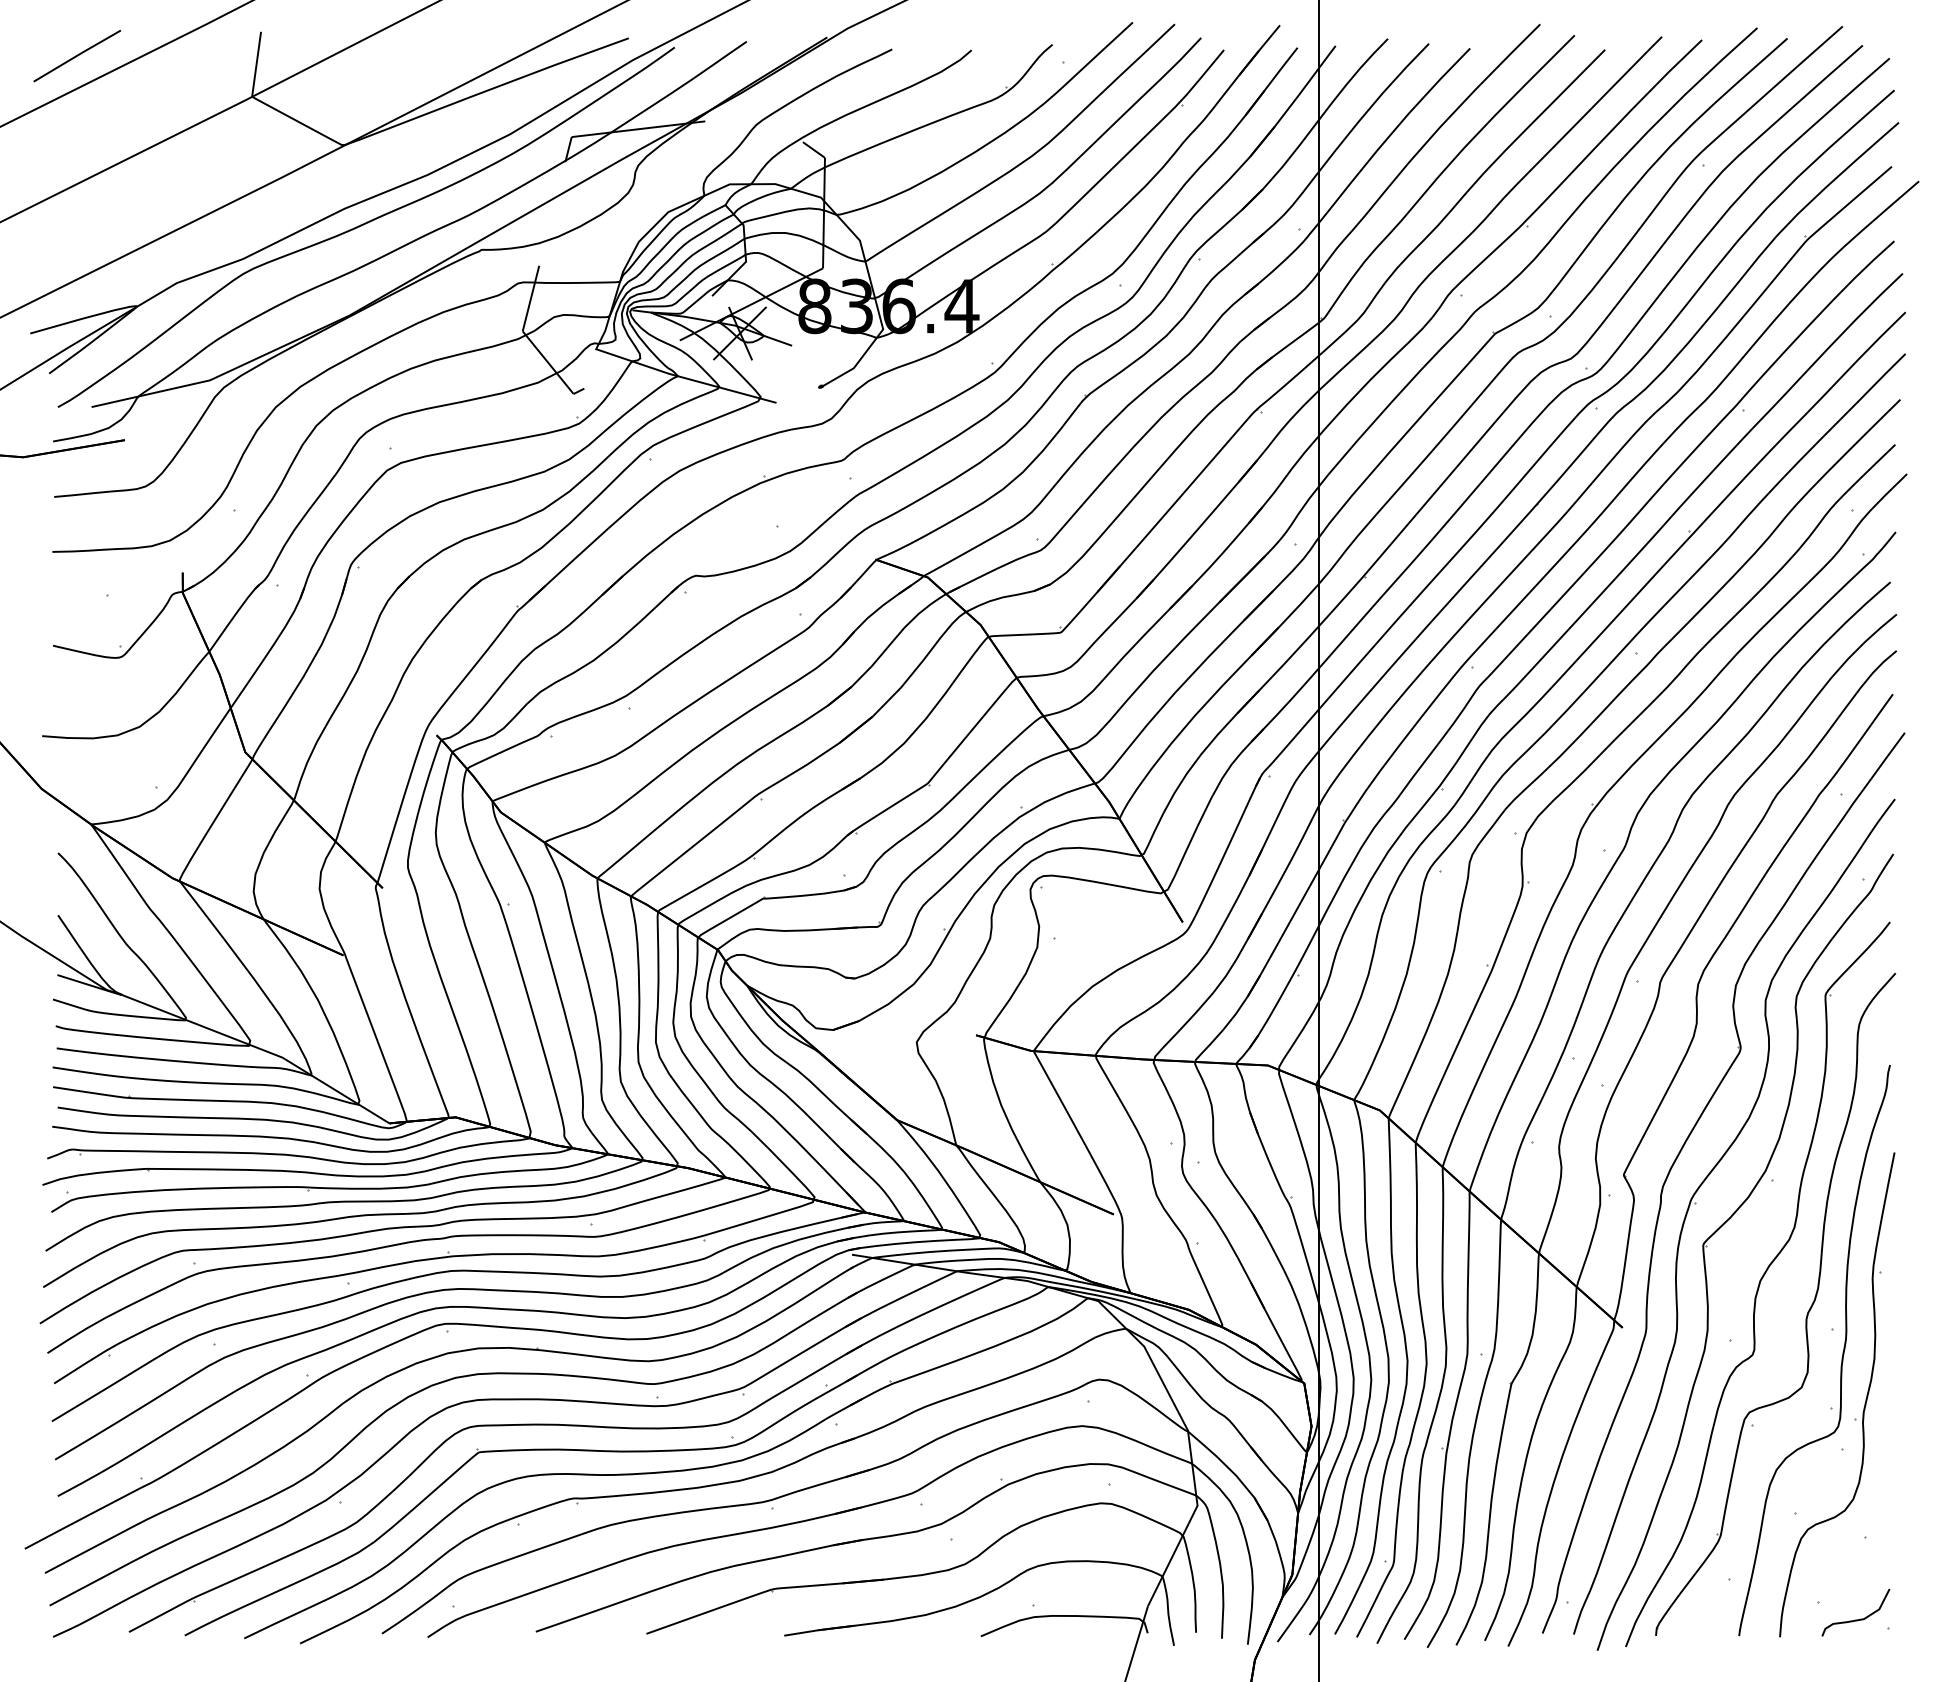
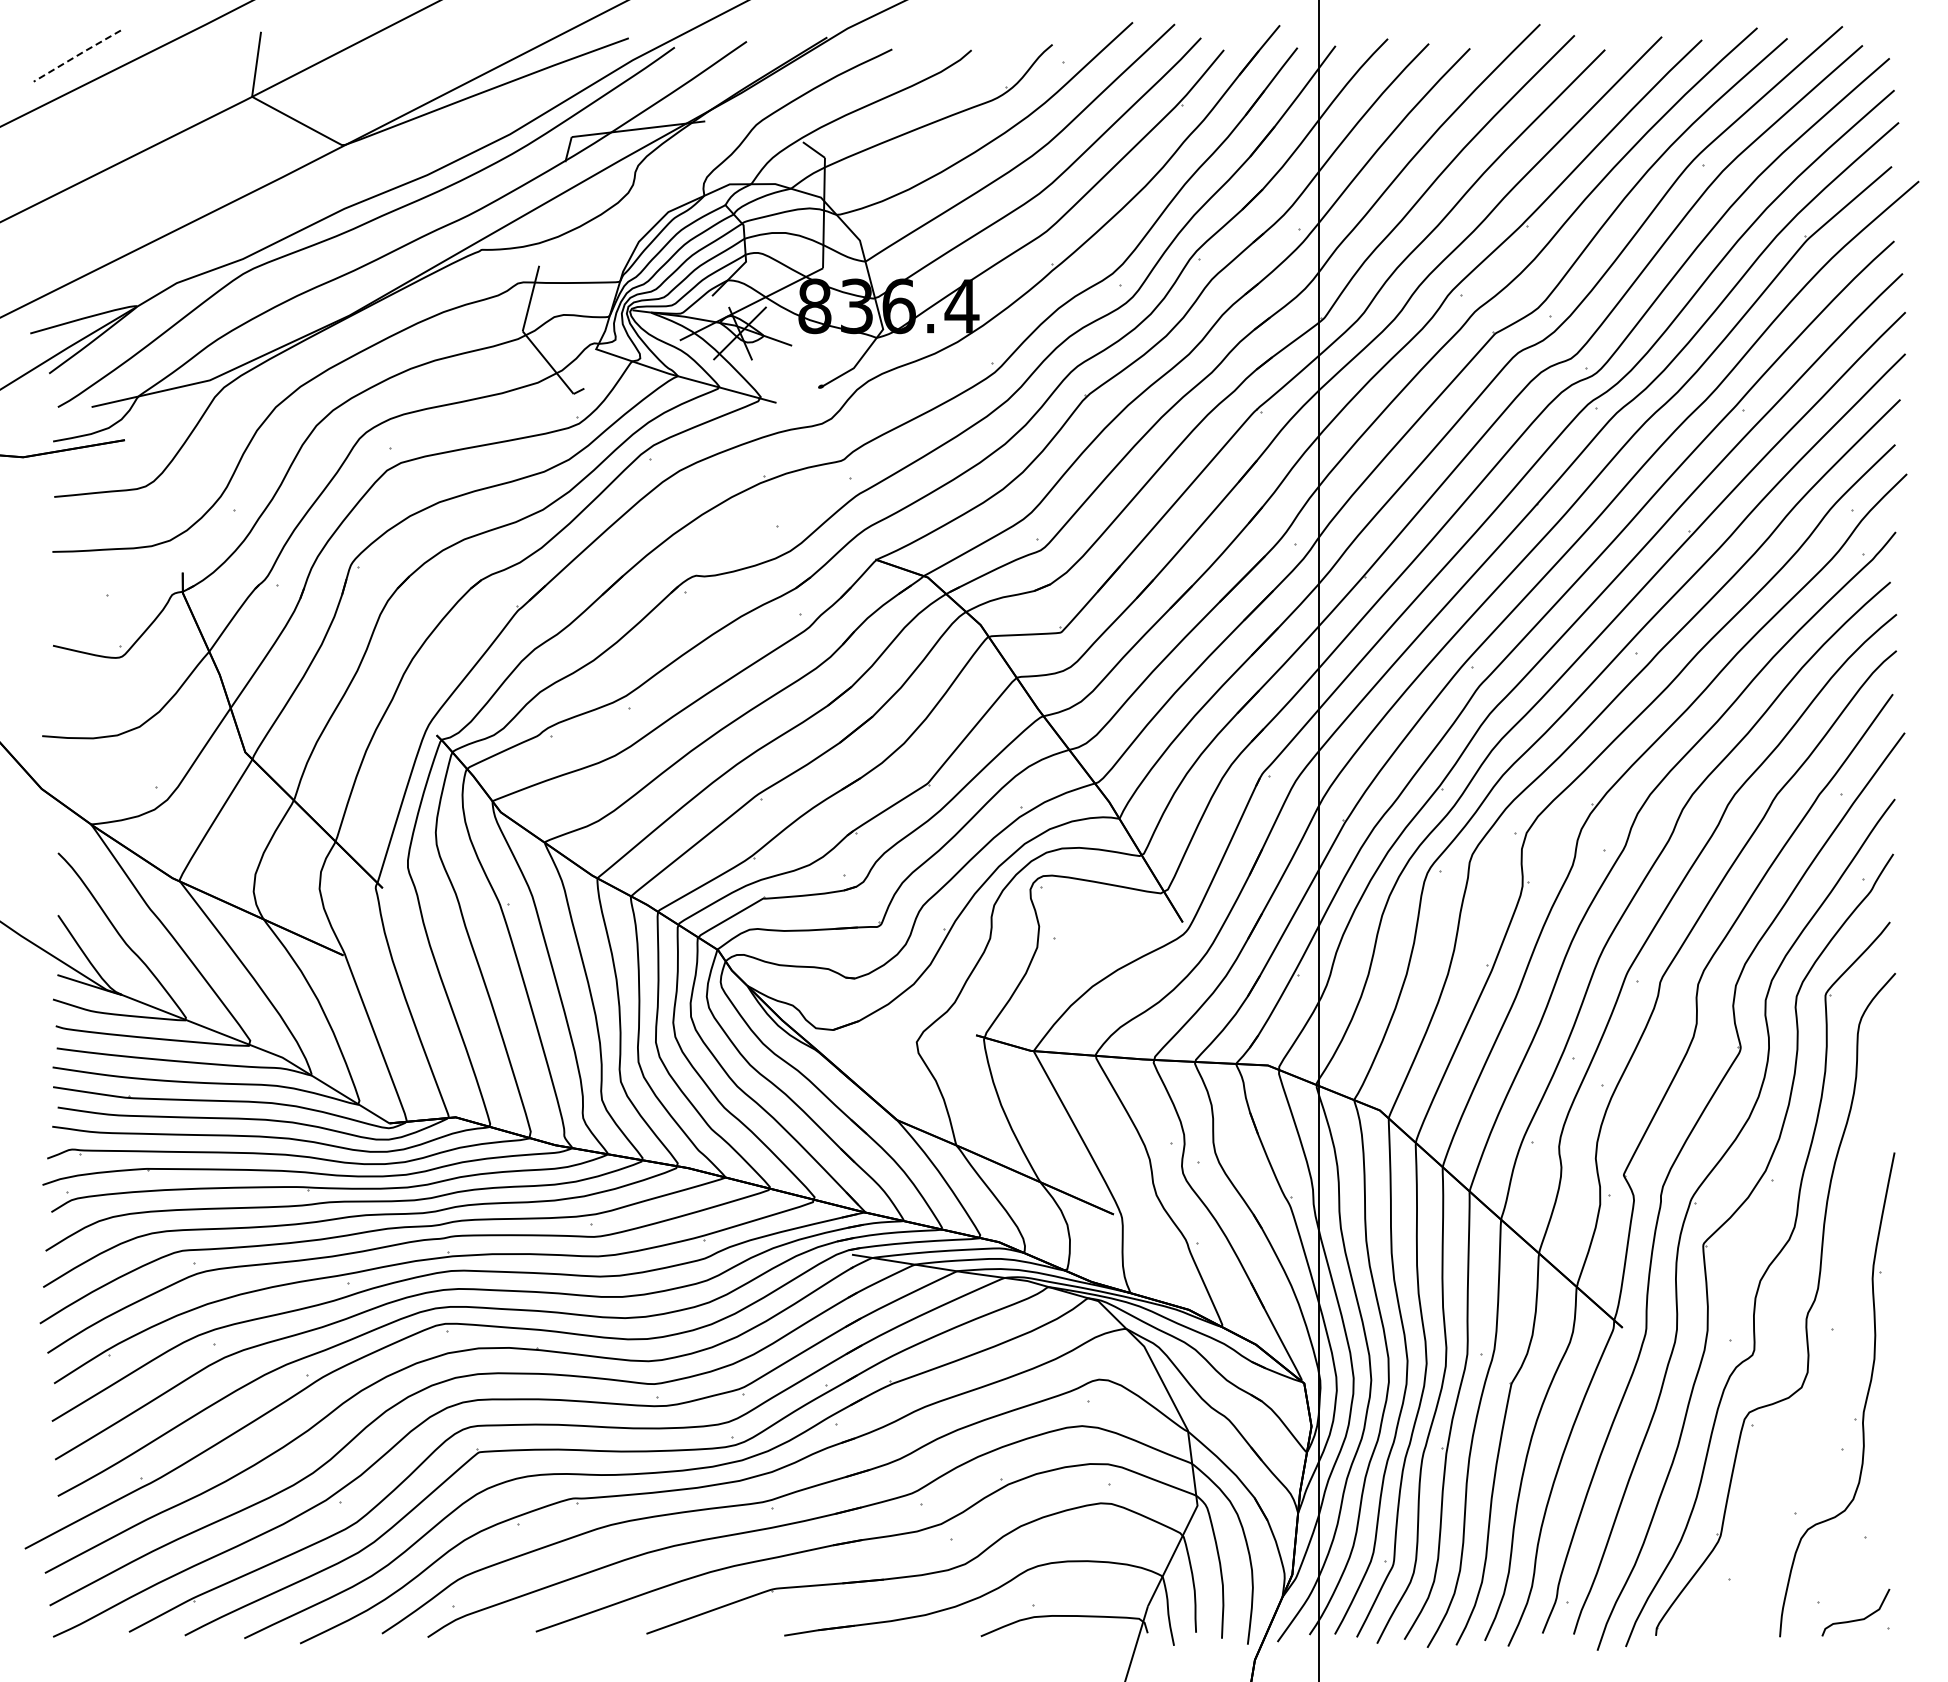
line at (76, 55): solid -> dashed
part at (1841, 1357): present -> none
